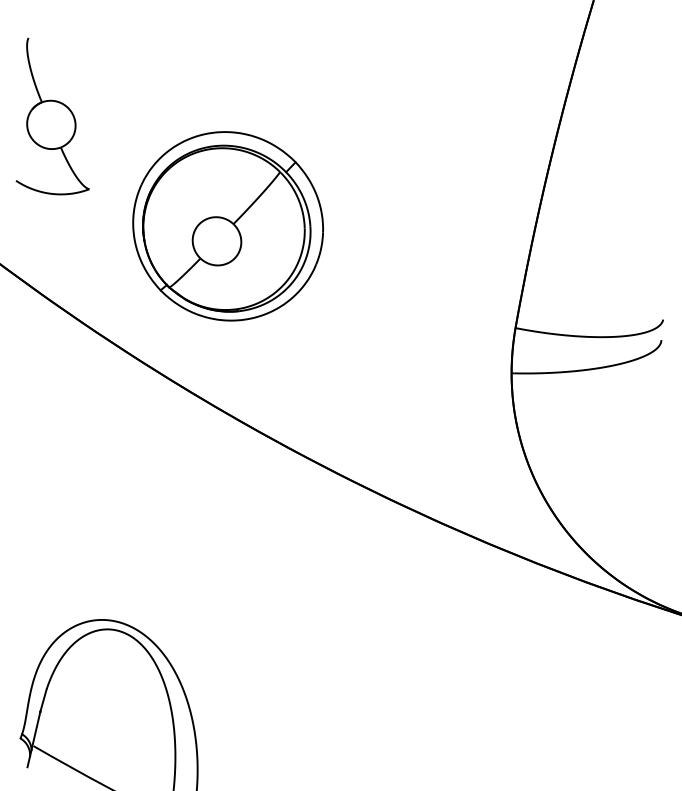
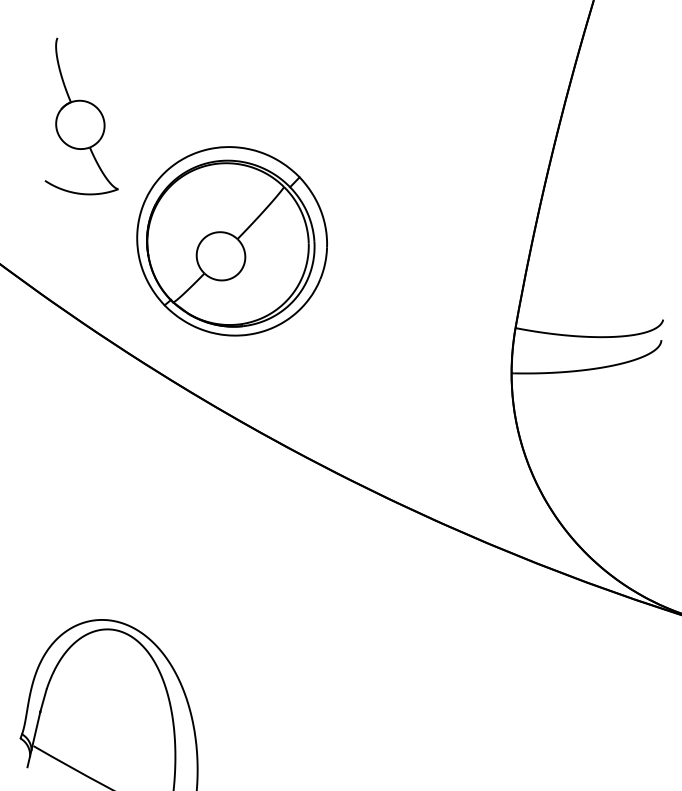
part at (52, 116) position: (52, 116) -> (81, 116)
part at (227, 226) position: (227, 226) -> (231, 241)
